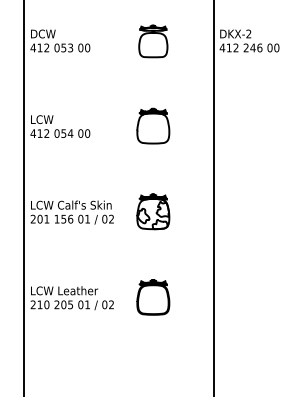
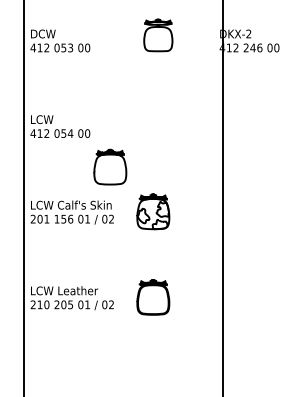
part at (153, 41) position: (153, 41) -> (158, 35)
part at (153, 125) position: (153, 125) -> (110, 166)
line at (213, 197) position: (213, 197) -> (222, 197)
